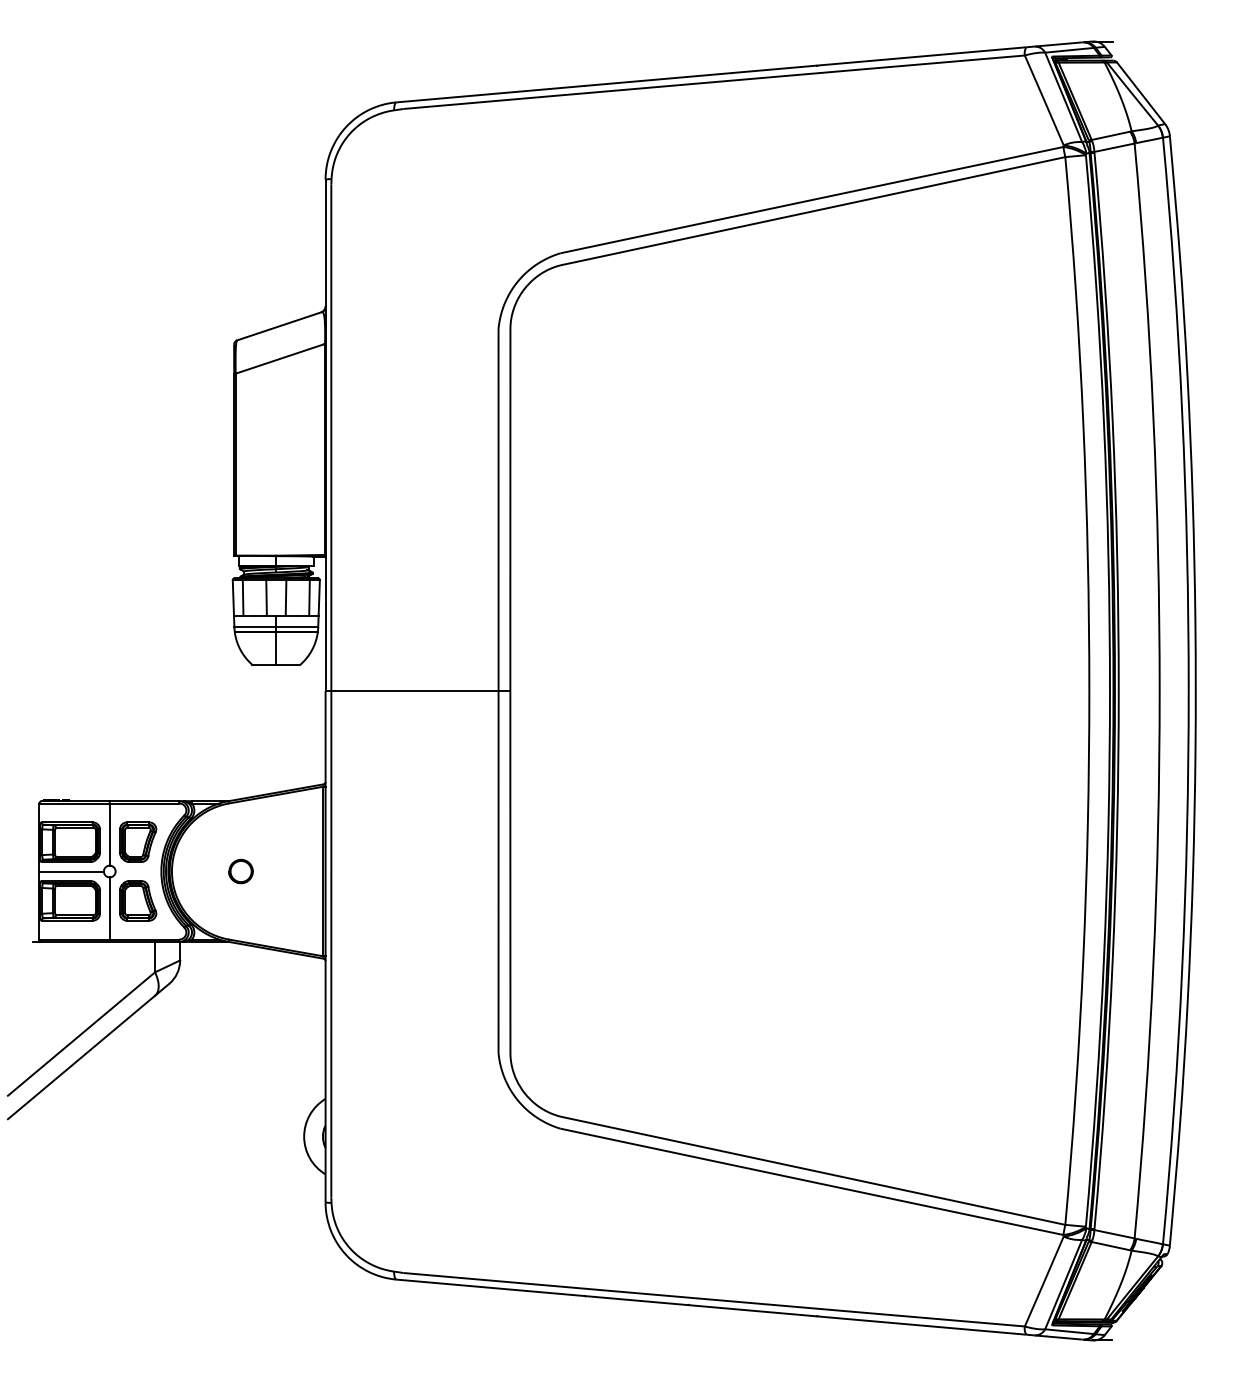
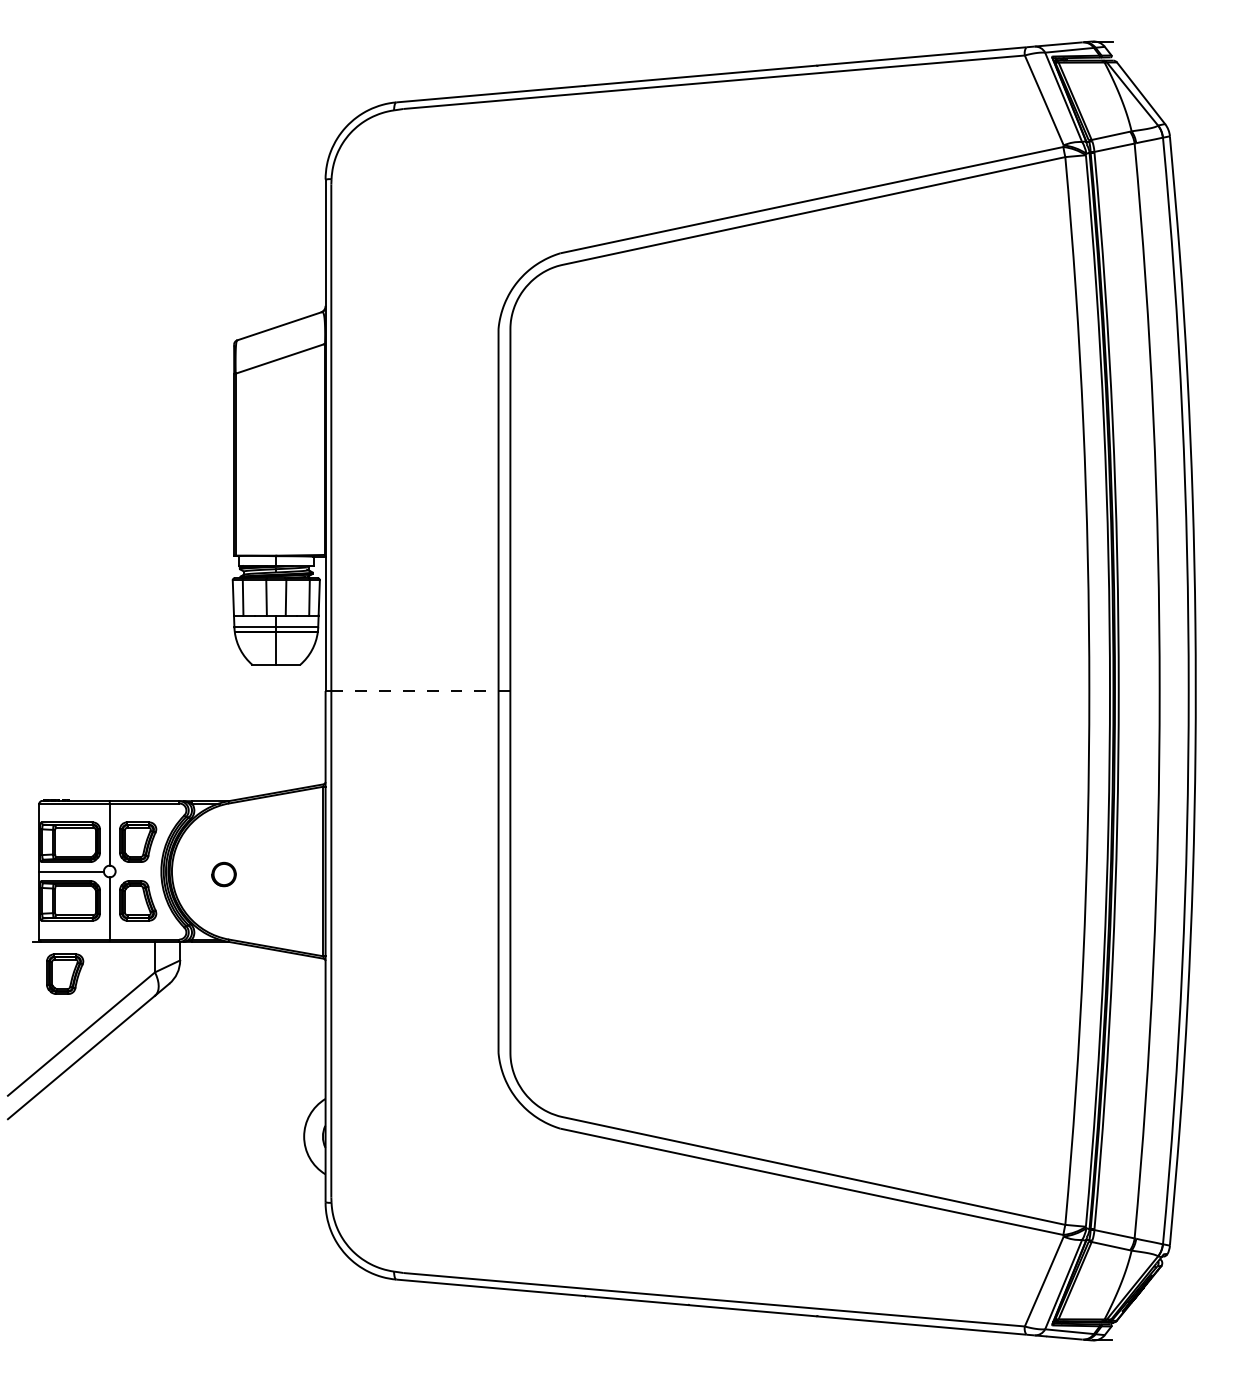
line at (414, 691): solid -> dashed
part at (240, 871) position: (240, 871) -> (223, 874)
part at (65, 973): none -> present
